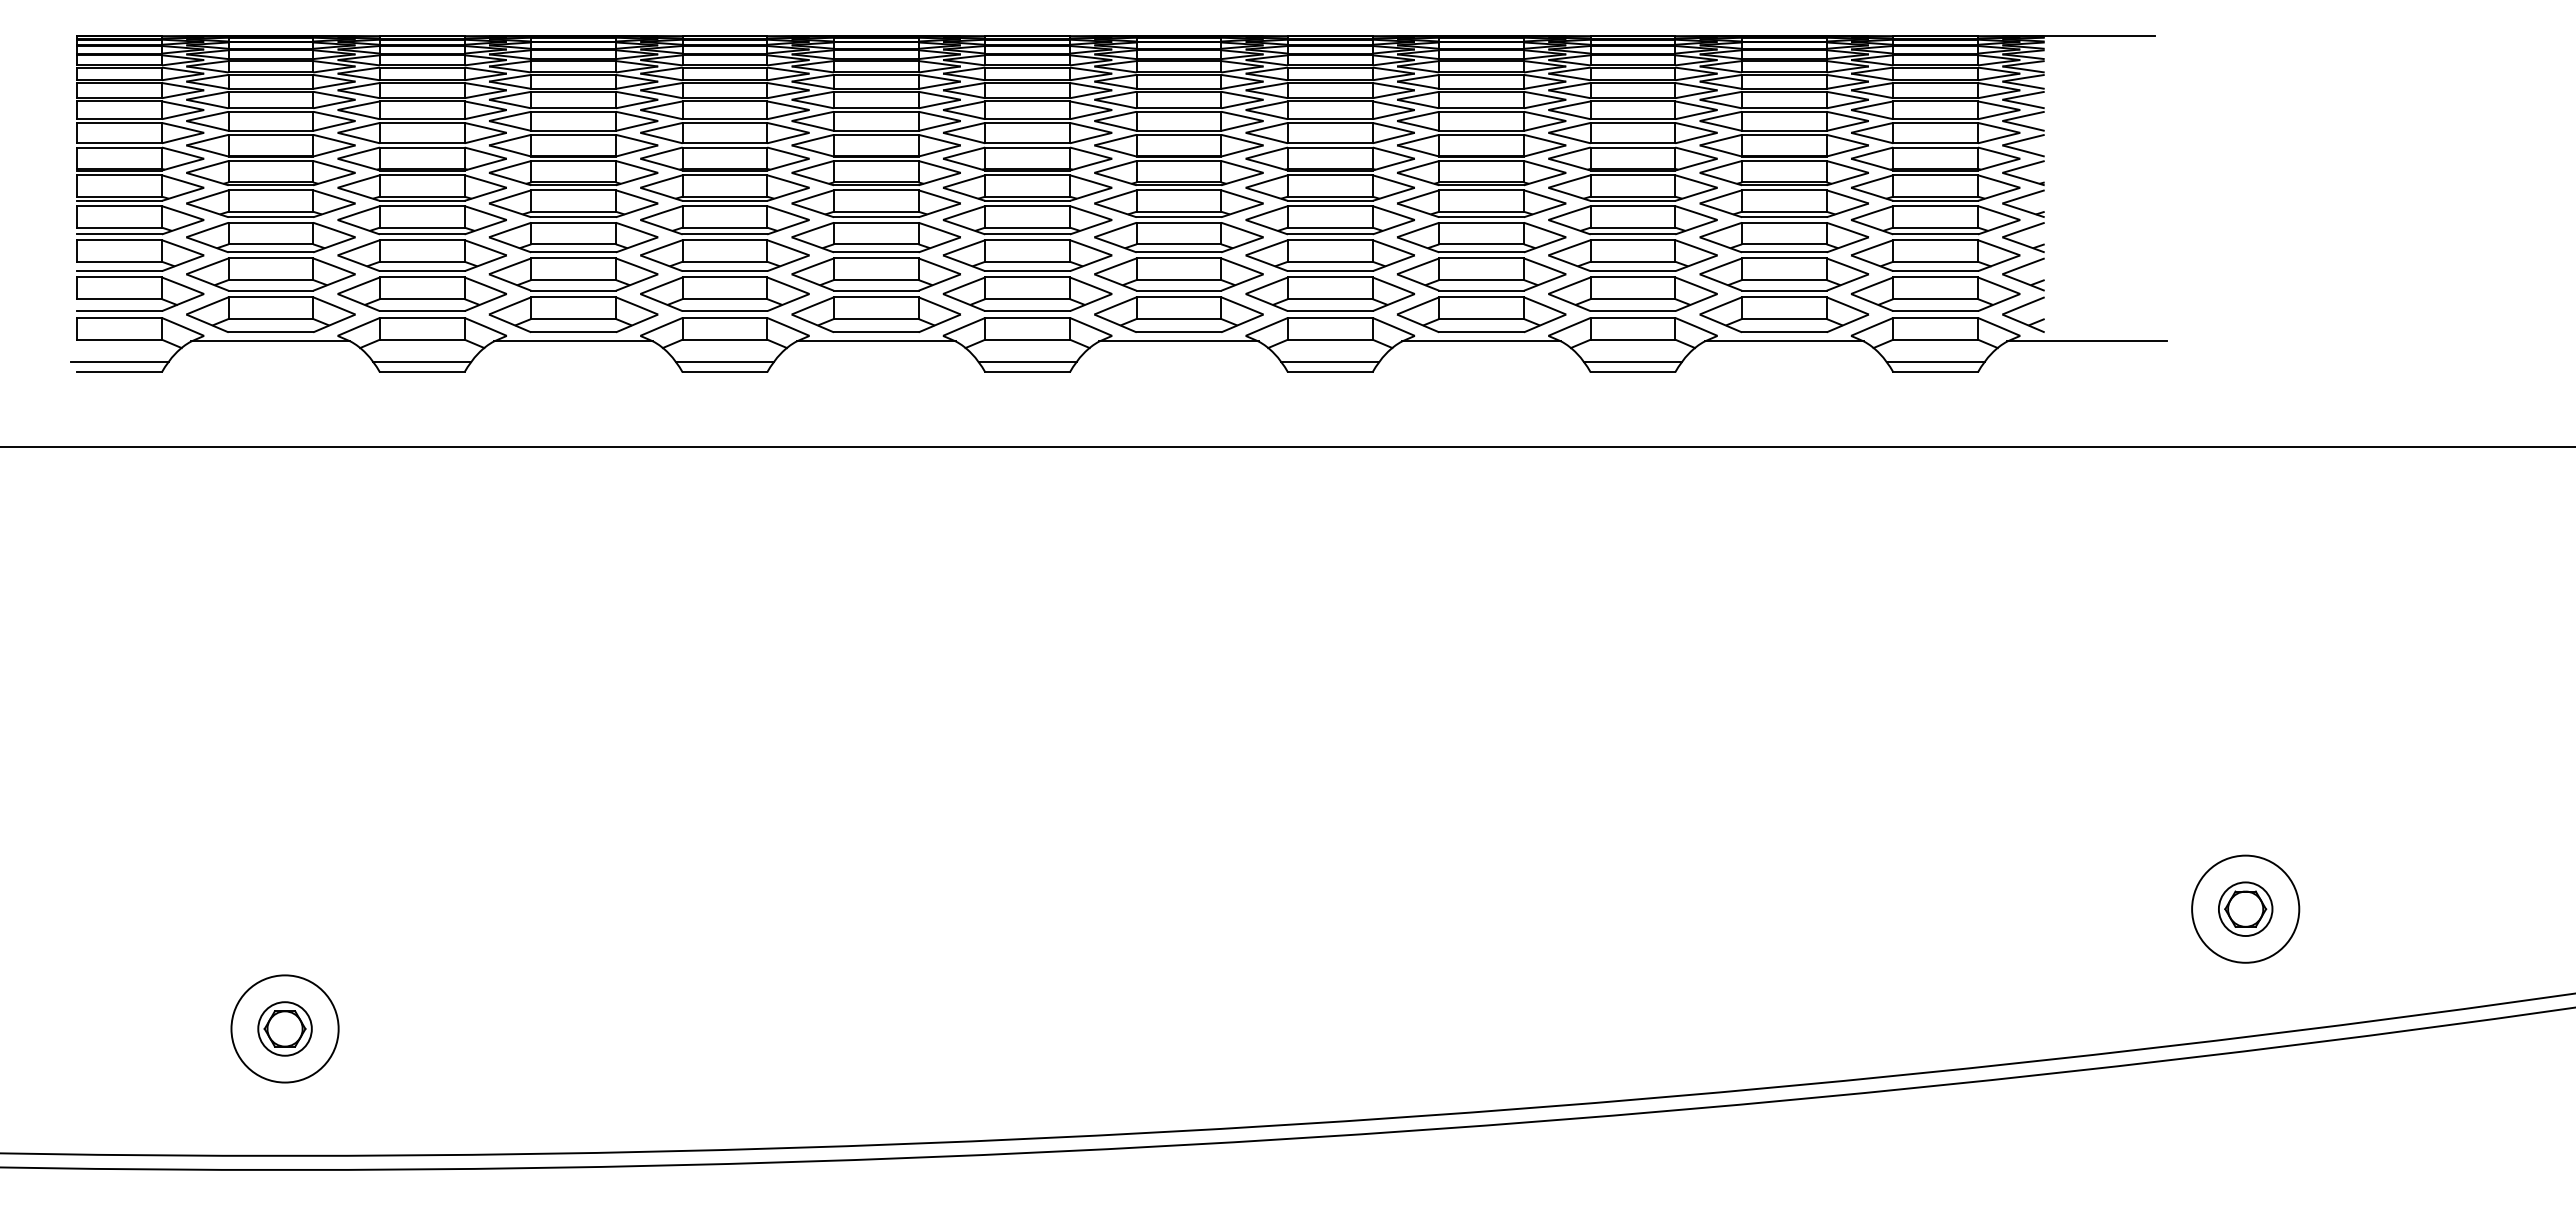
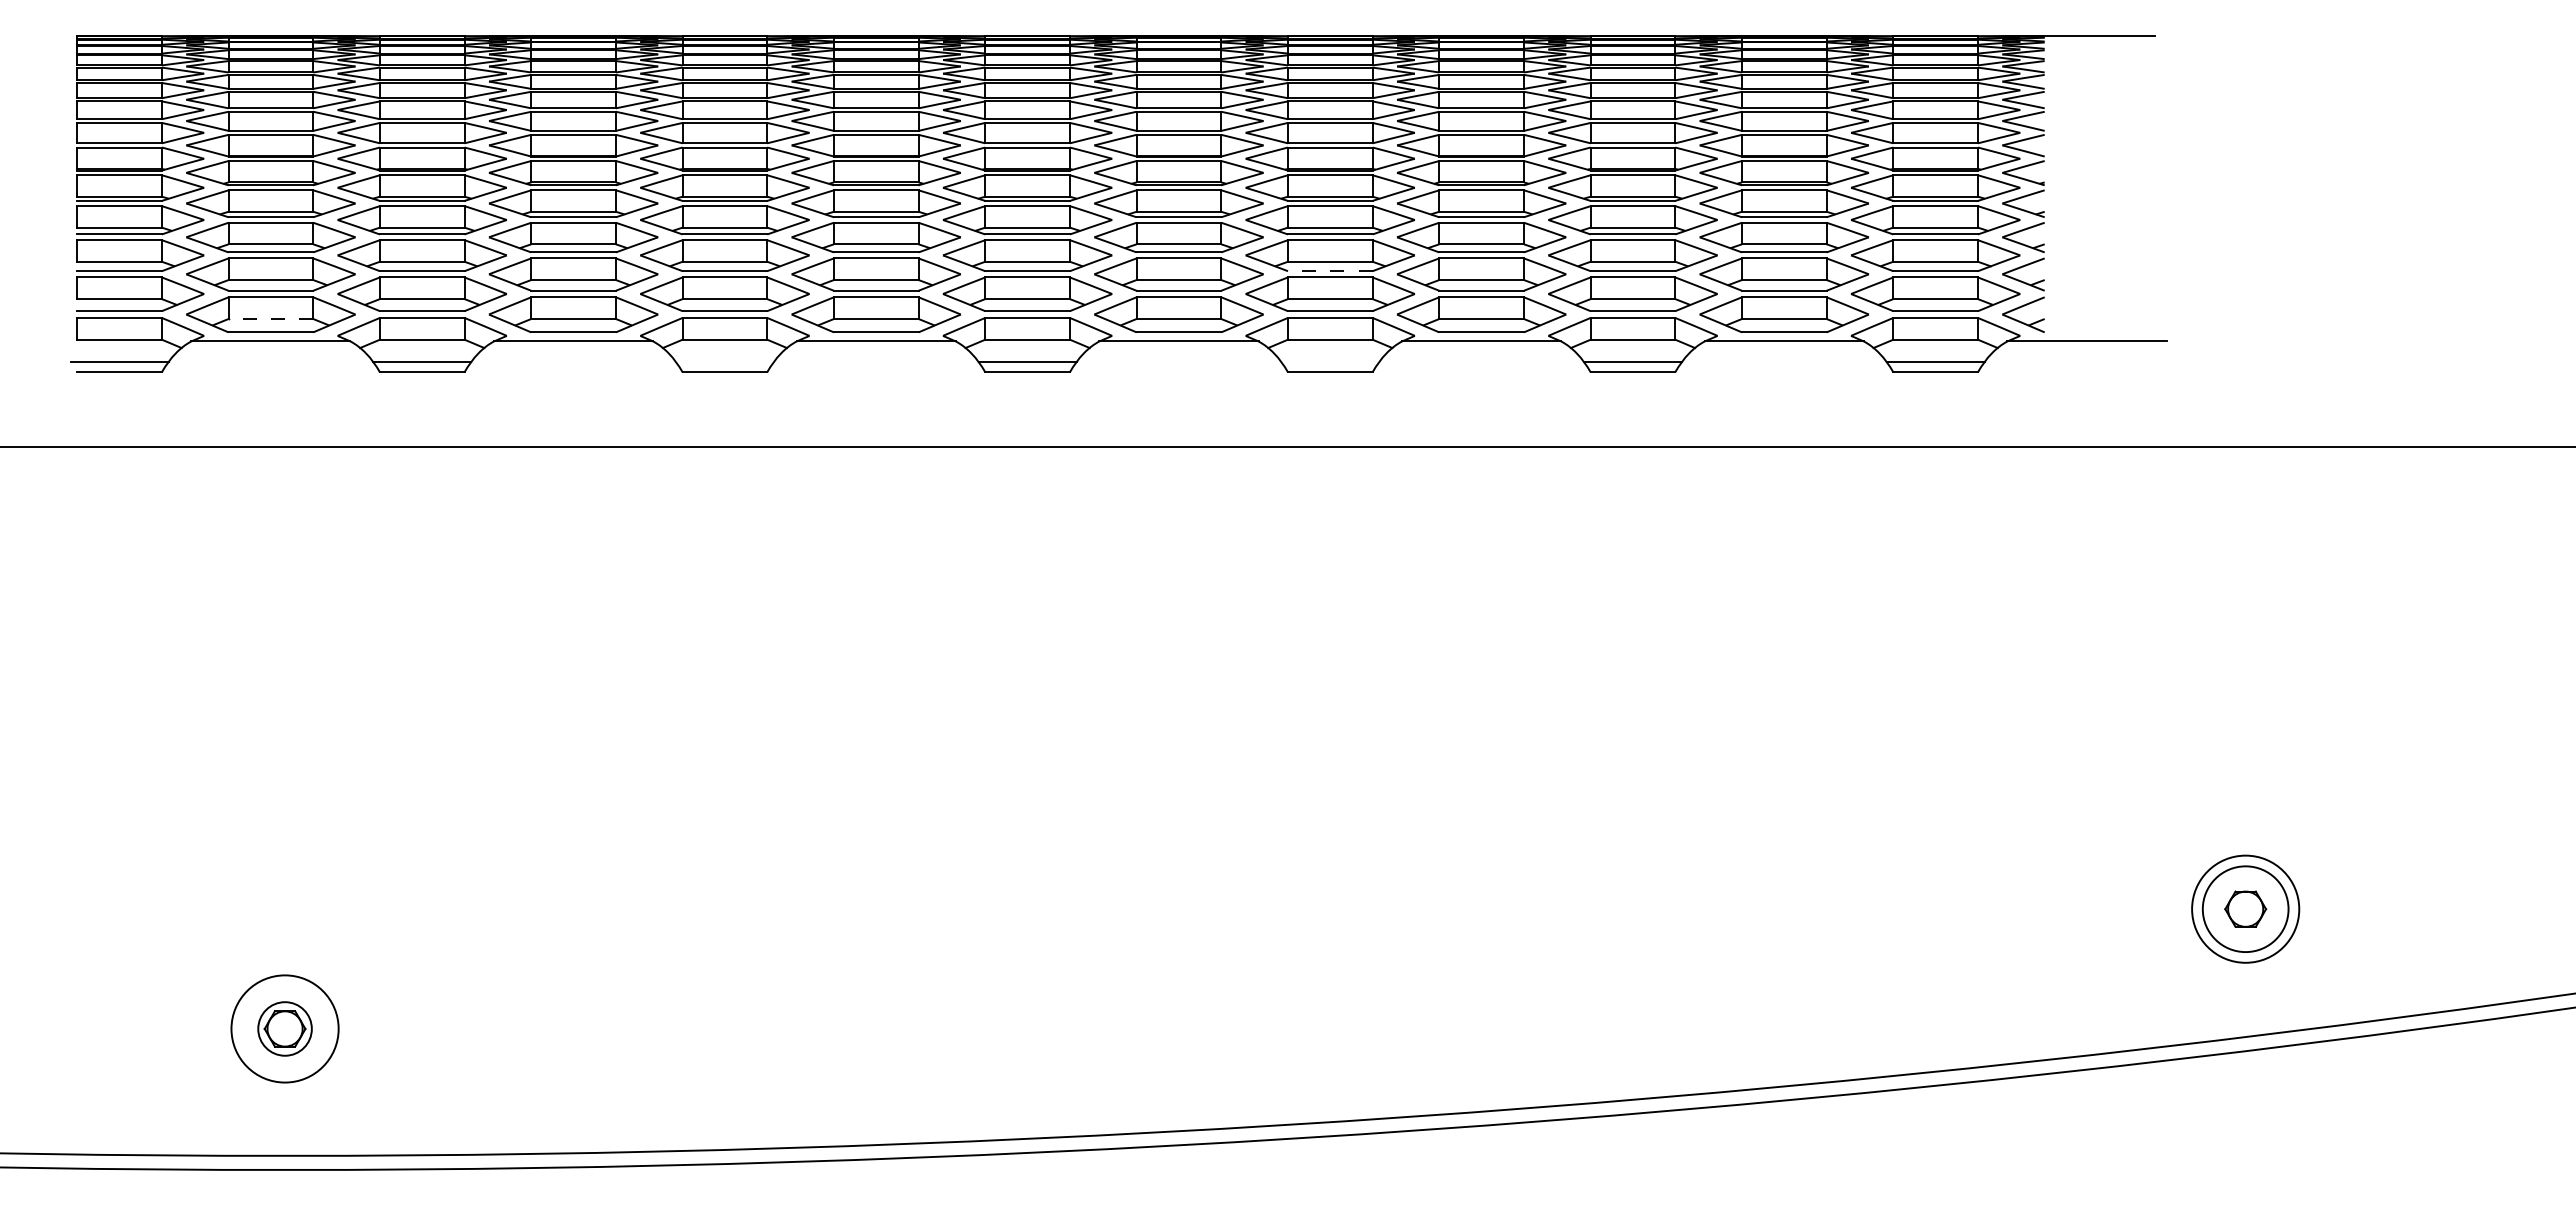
line at (1329, 271): solid -> dashed
line at (270, 319): solid -> dashed
line at (724, 361): present -> none
line at (1330, 361): present -> none
circle at (2245, 909) diameter: 54 px -> 86 px
